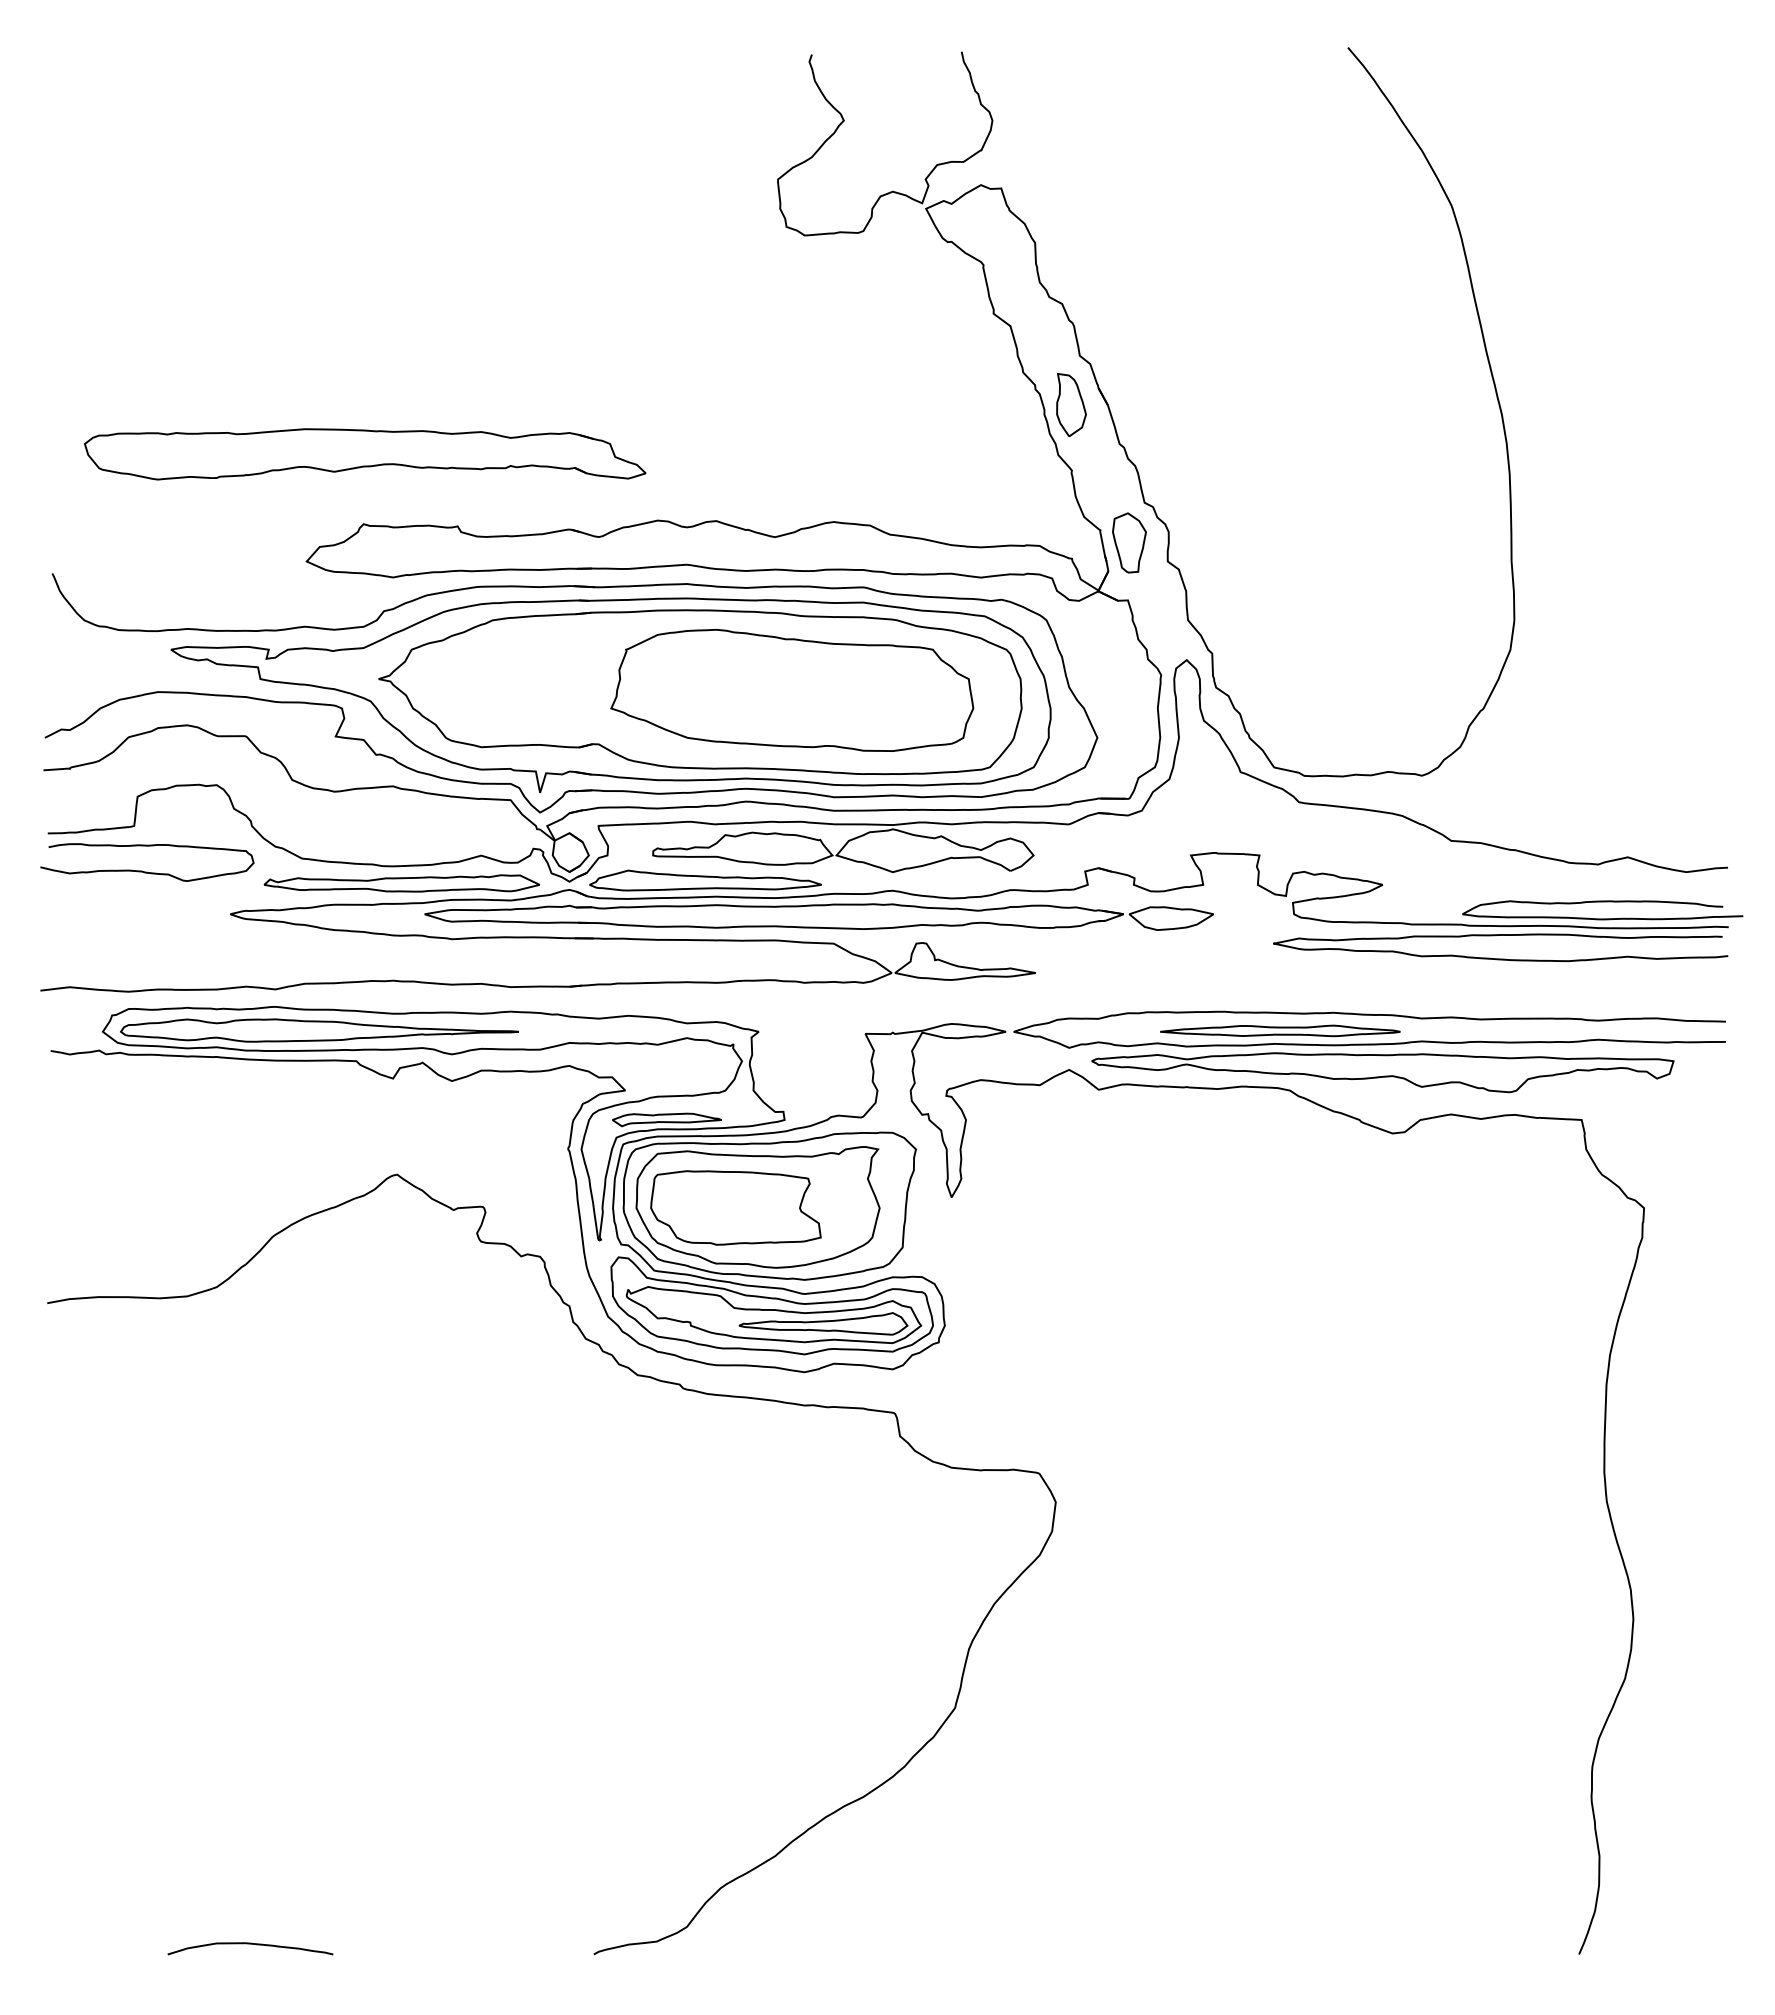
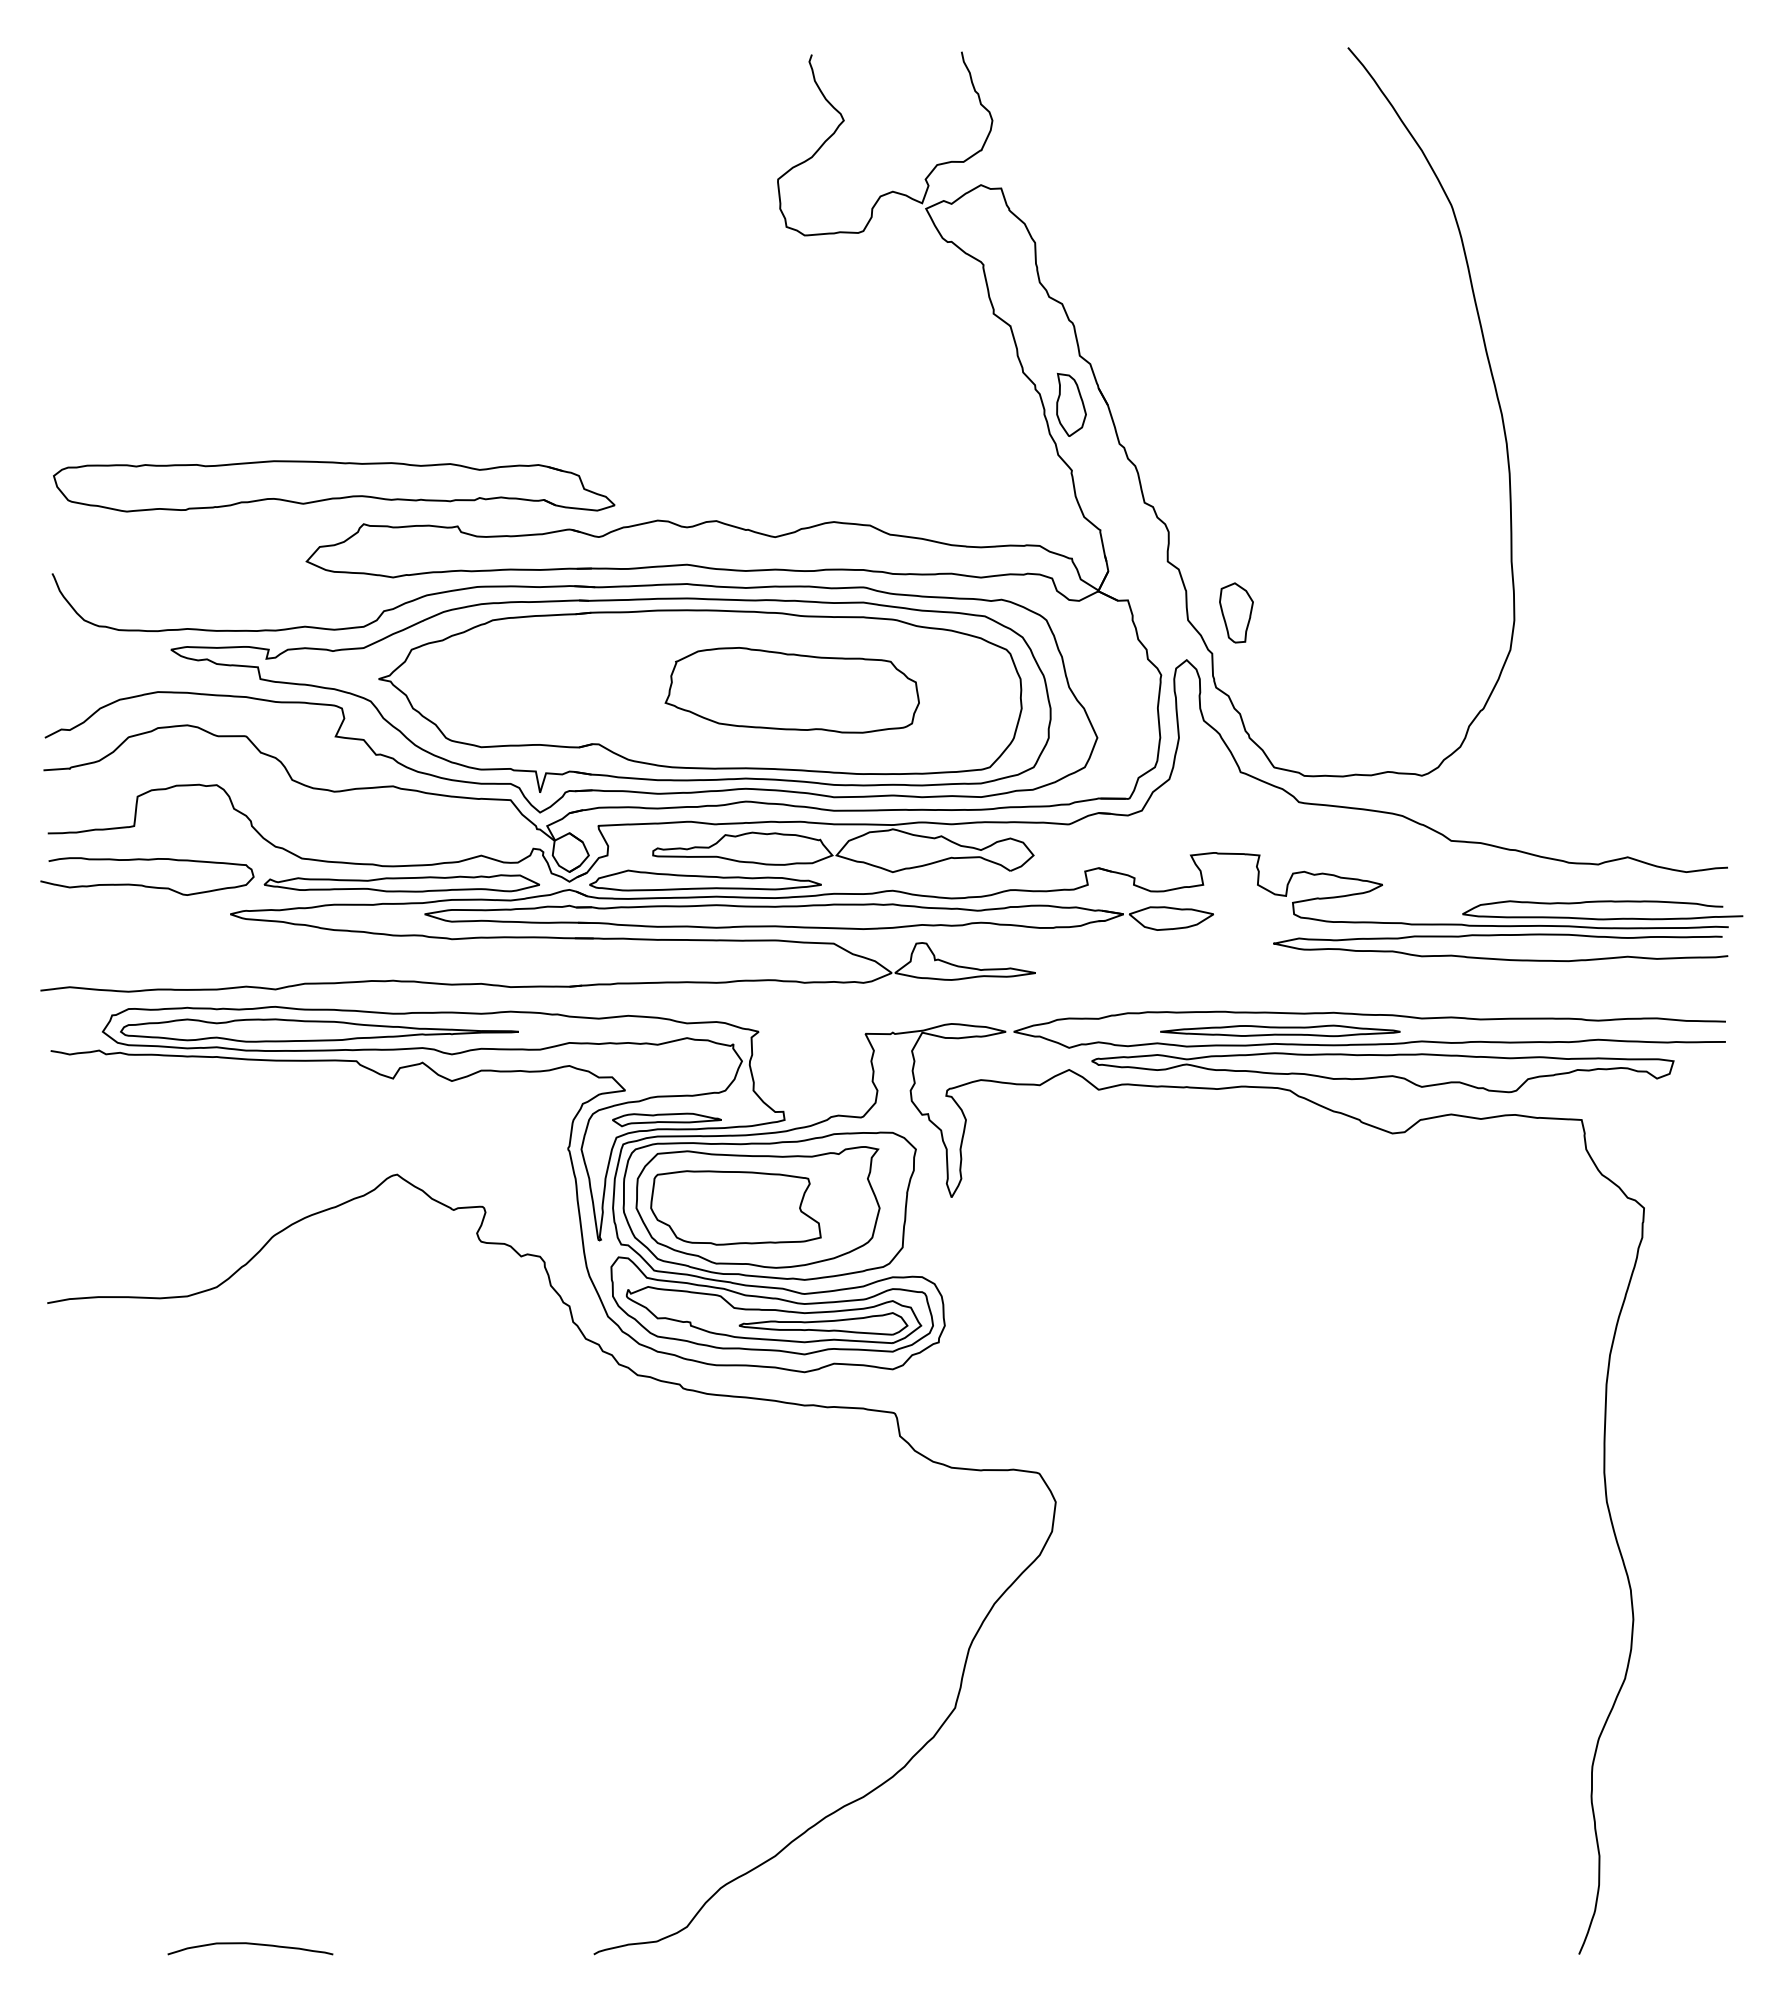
part at (365, 454) position: (365, 454) -> (334, 486)
part at (1129, 542) position: (1129, 542) -> (1236, 612)
part at (792, 689) size: 365x124 px -> 256x87 px
curve at (147, 871) position: (147, 871) -> (147, 885)
